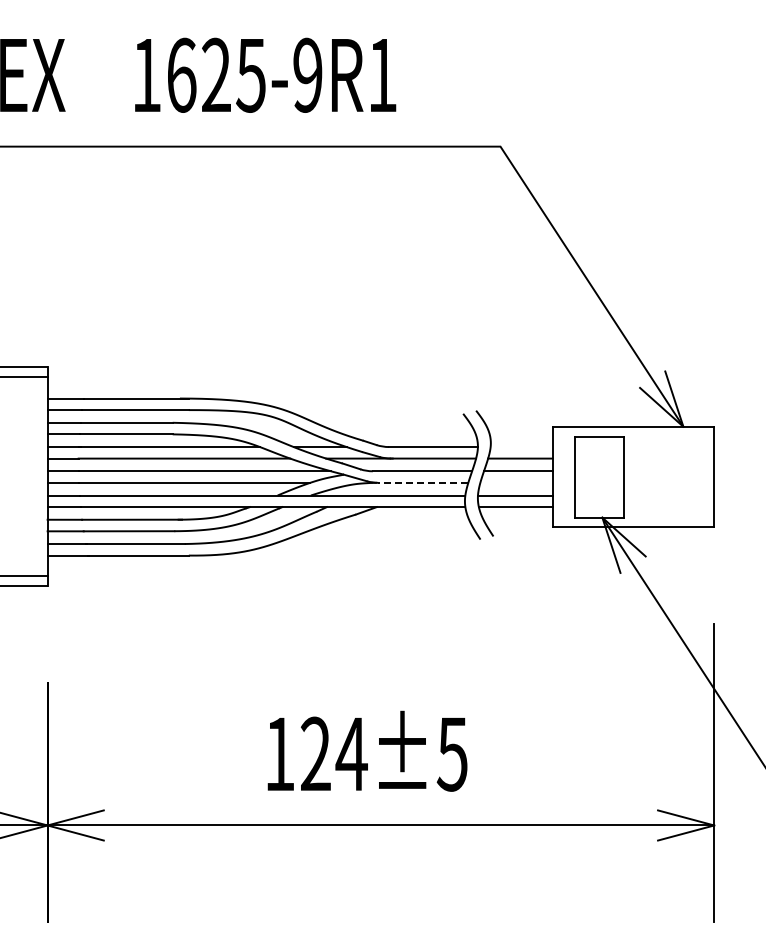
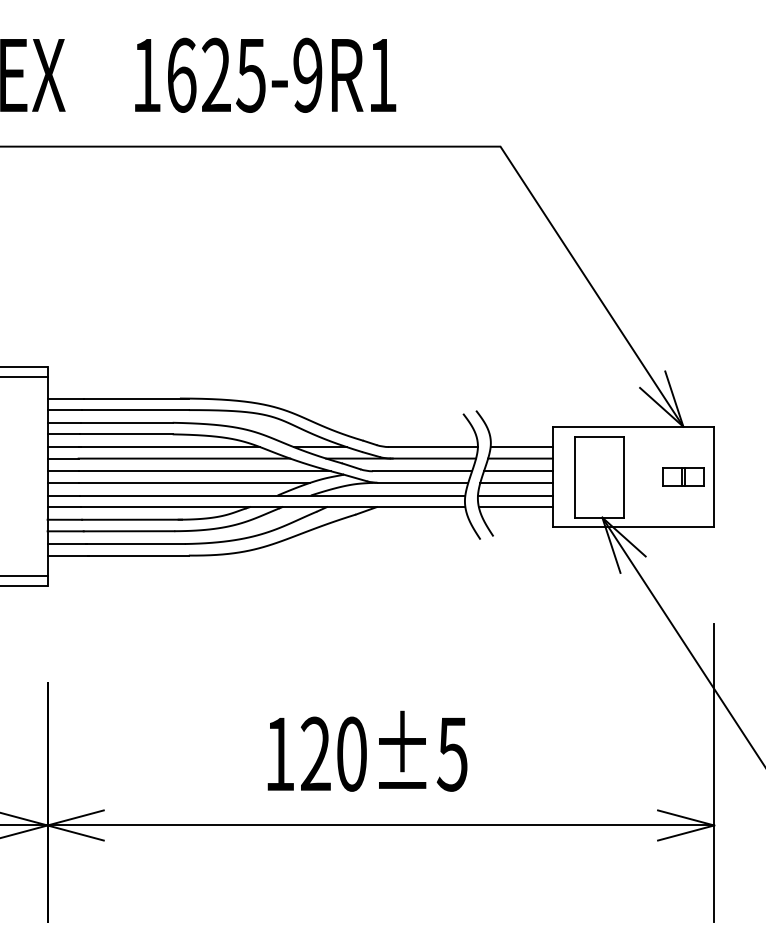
line at (521, 447): none -> present
part at (683, 476): none -> present
line at (422, 482): dashed -> solid
line at (516, 482): none -> present
text at (351, 753): 124±5 -> 120±5
